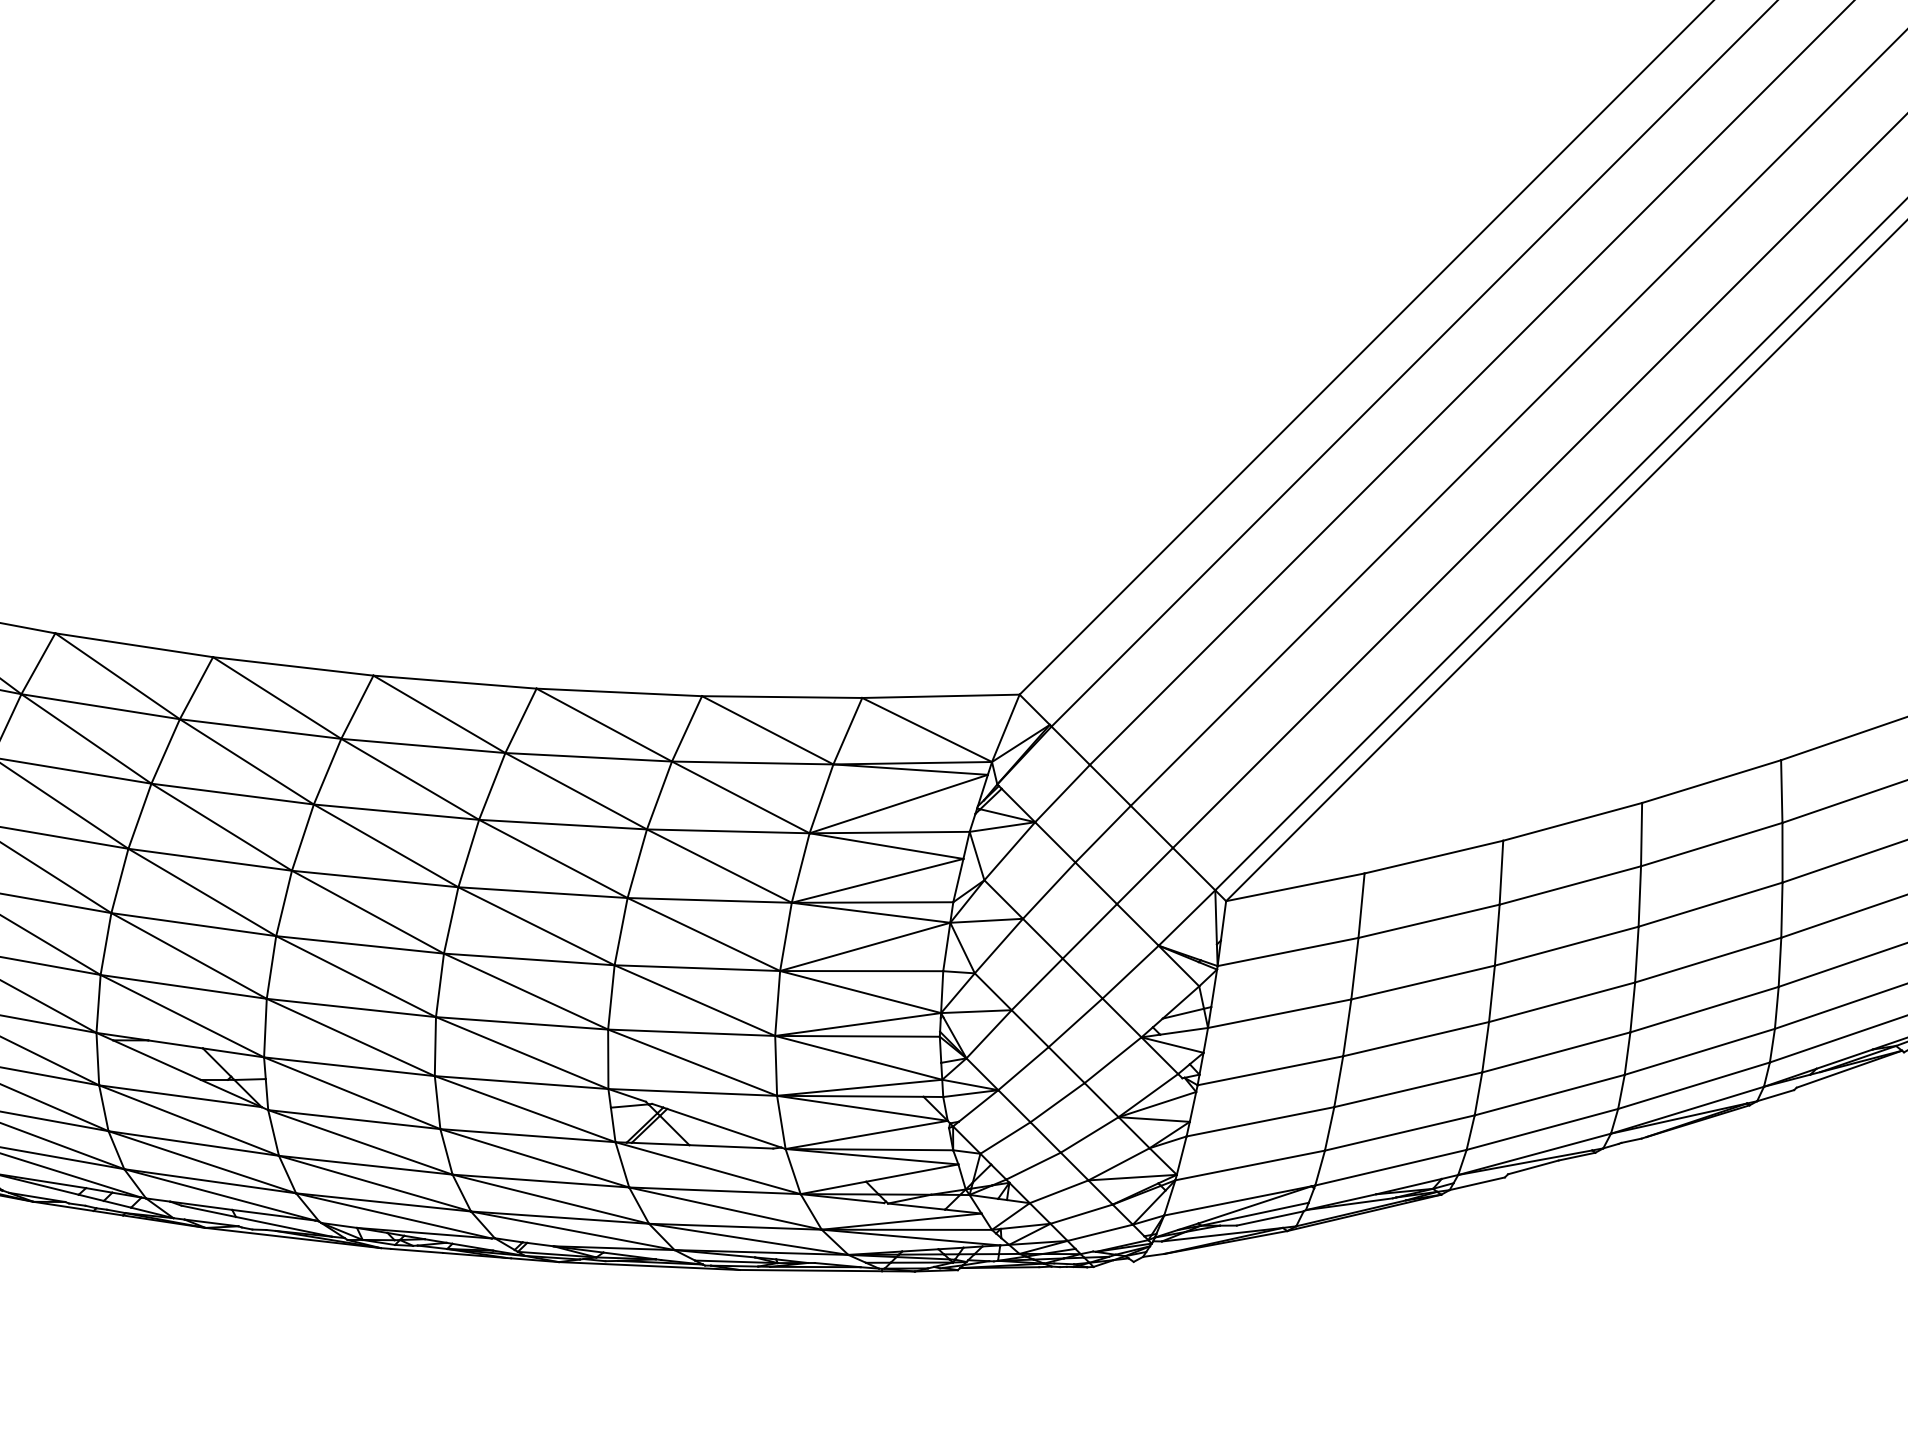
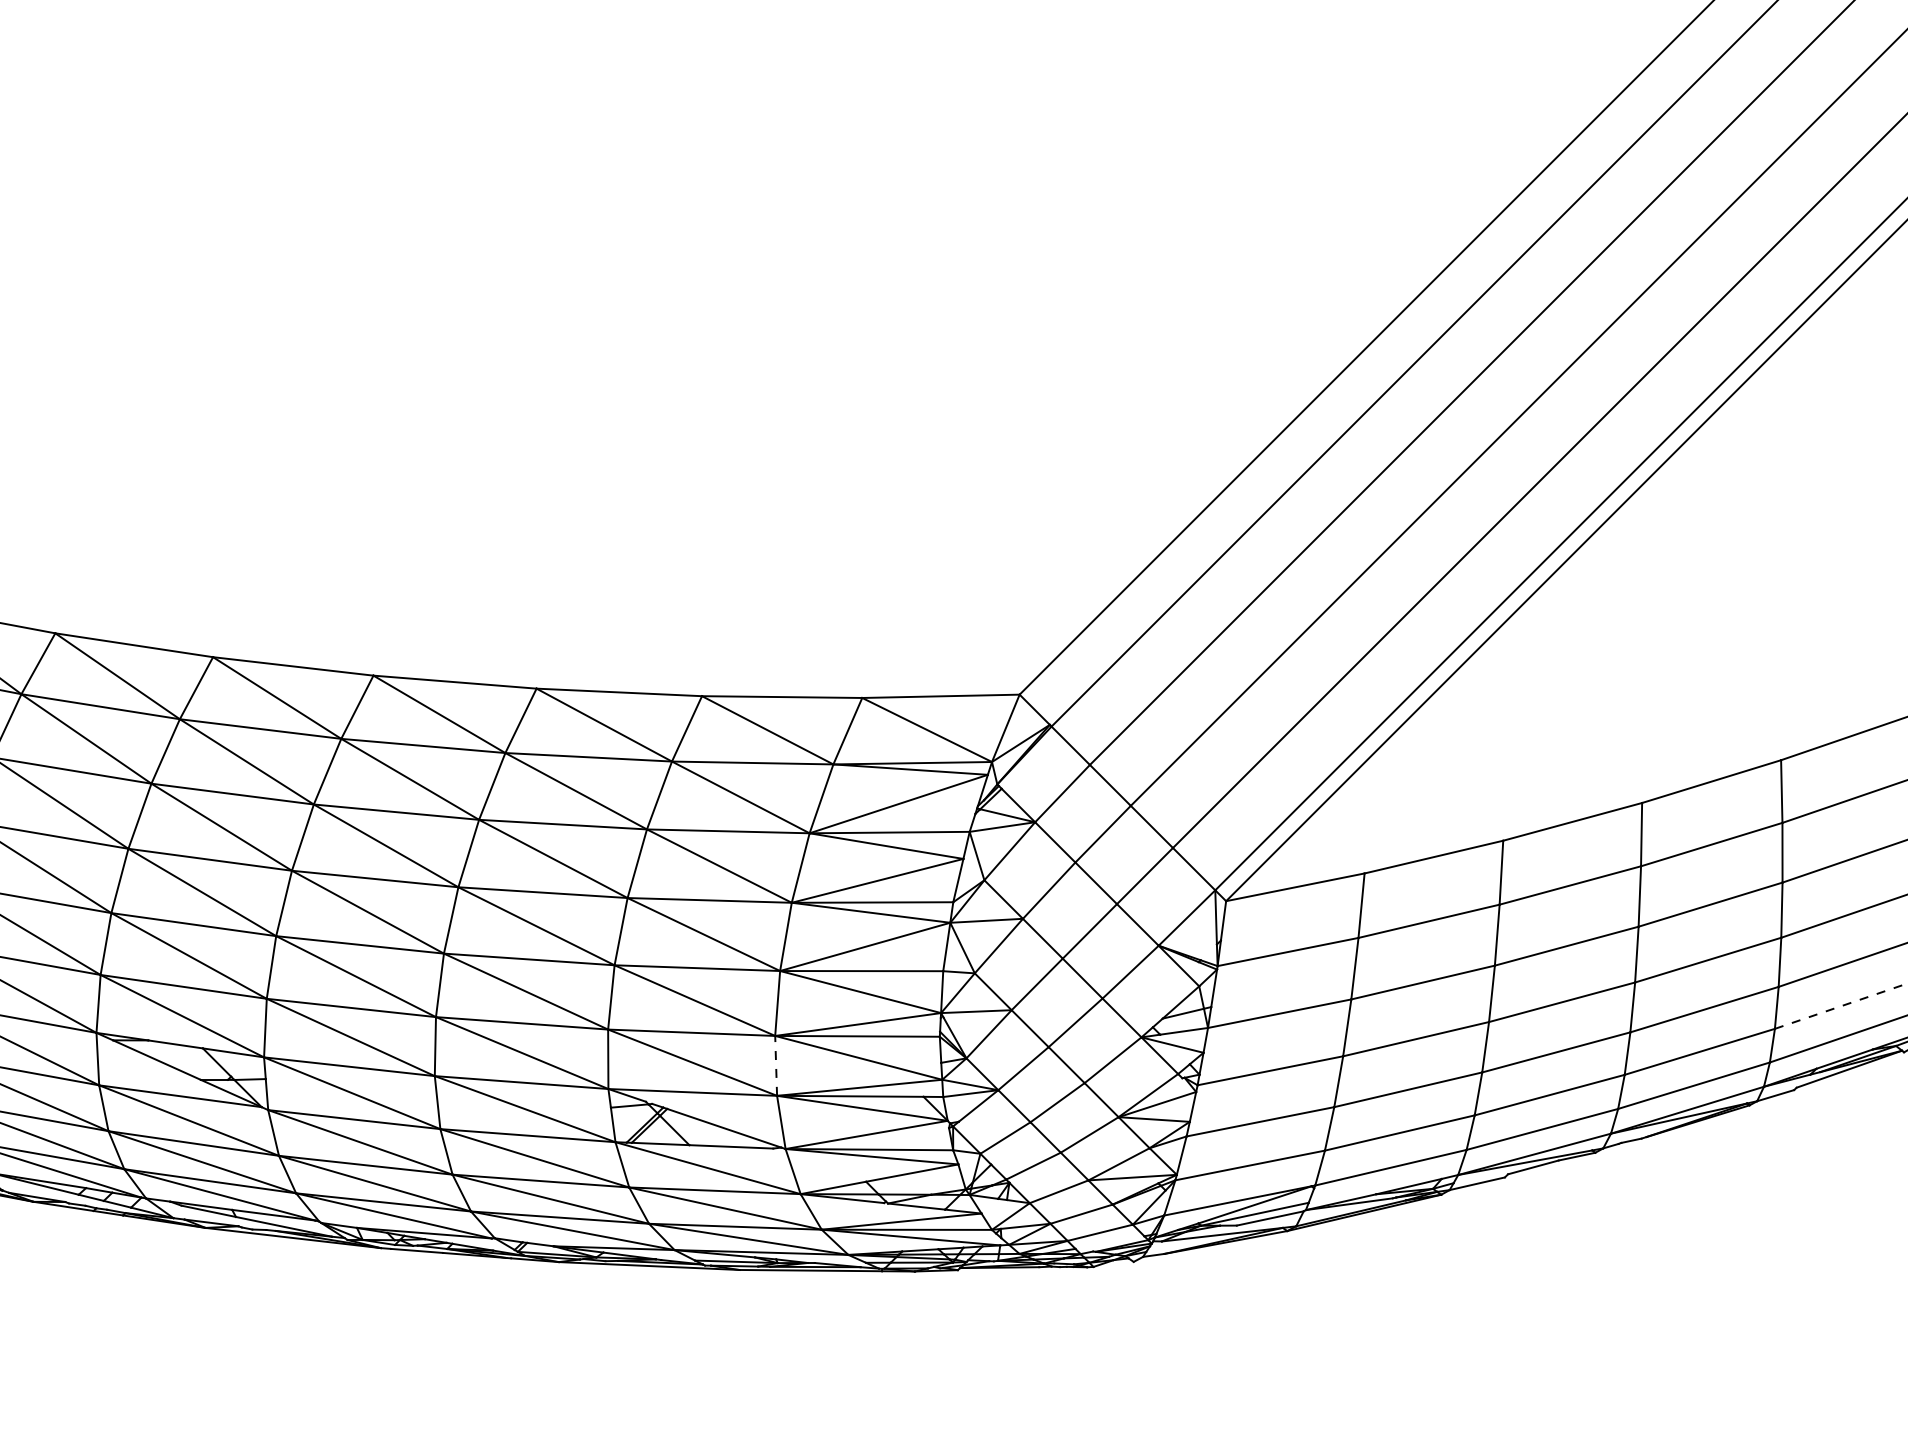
line at (1841, 1006): solid -> dashed
line at (776, 1065): solid -> dashed
